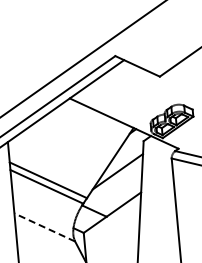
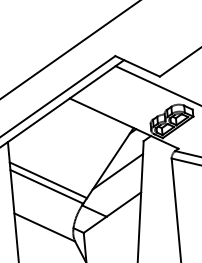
line at (82, 59) position: (82, 59) -> (70, 49)
line at (156, 85): none -> present
line at (44, 227): dashed -> solid
